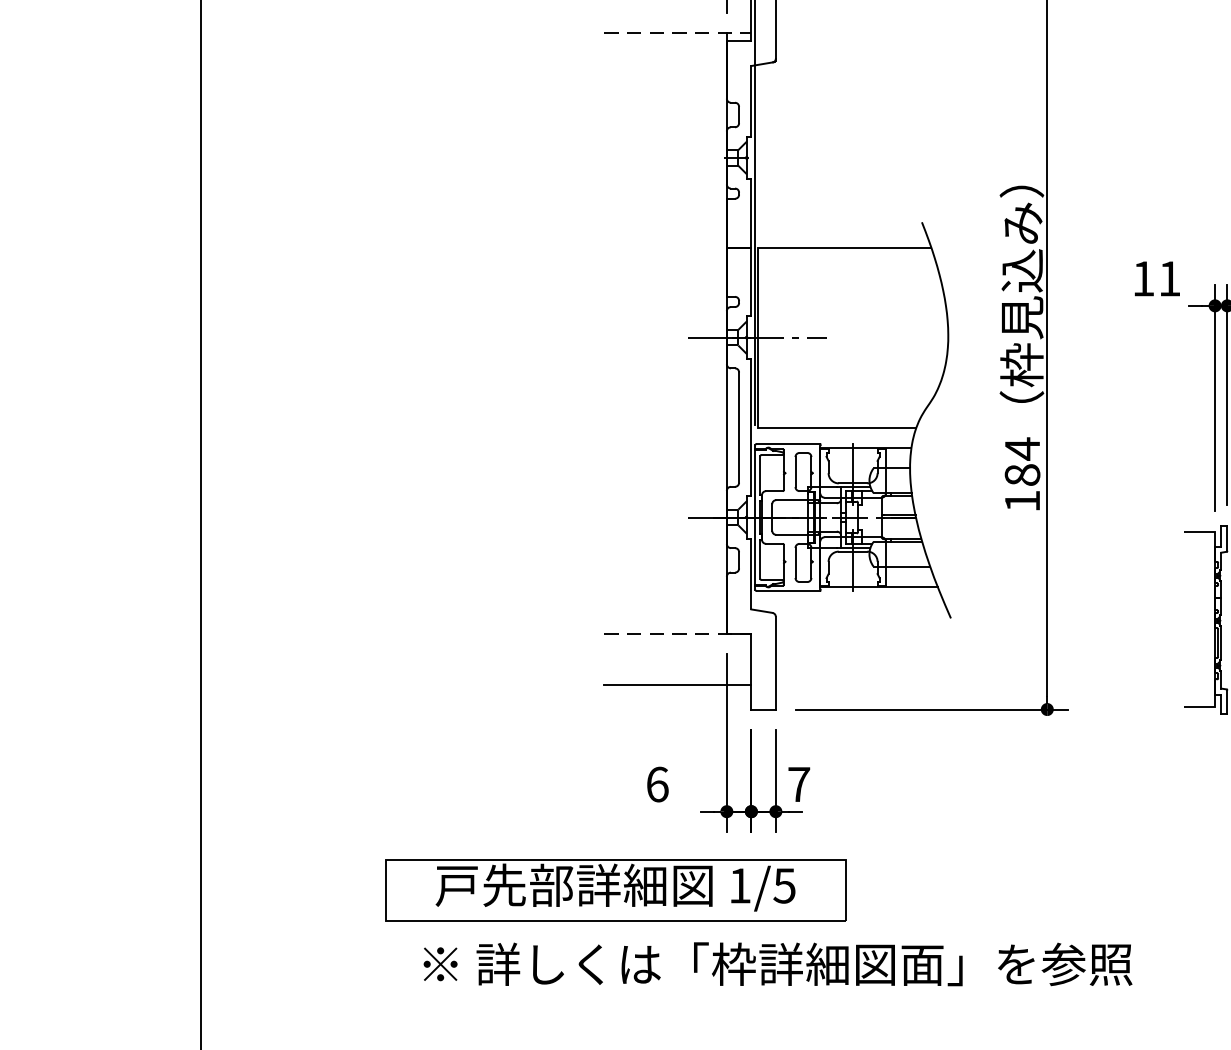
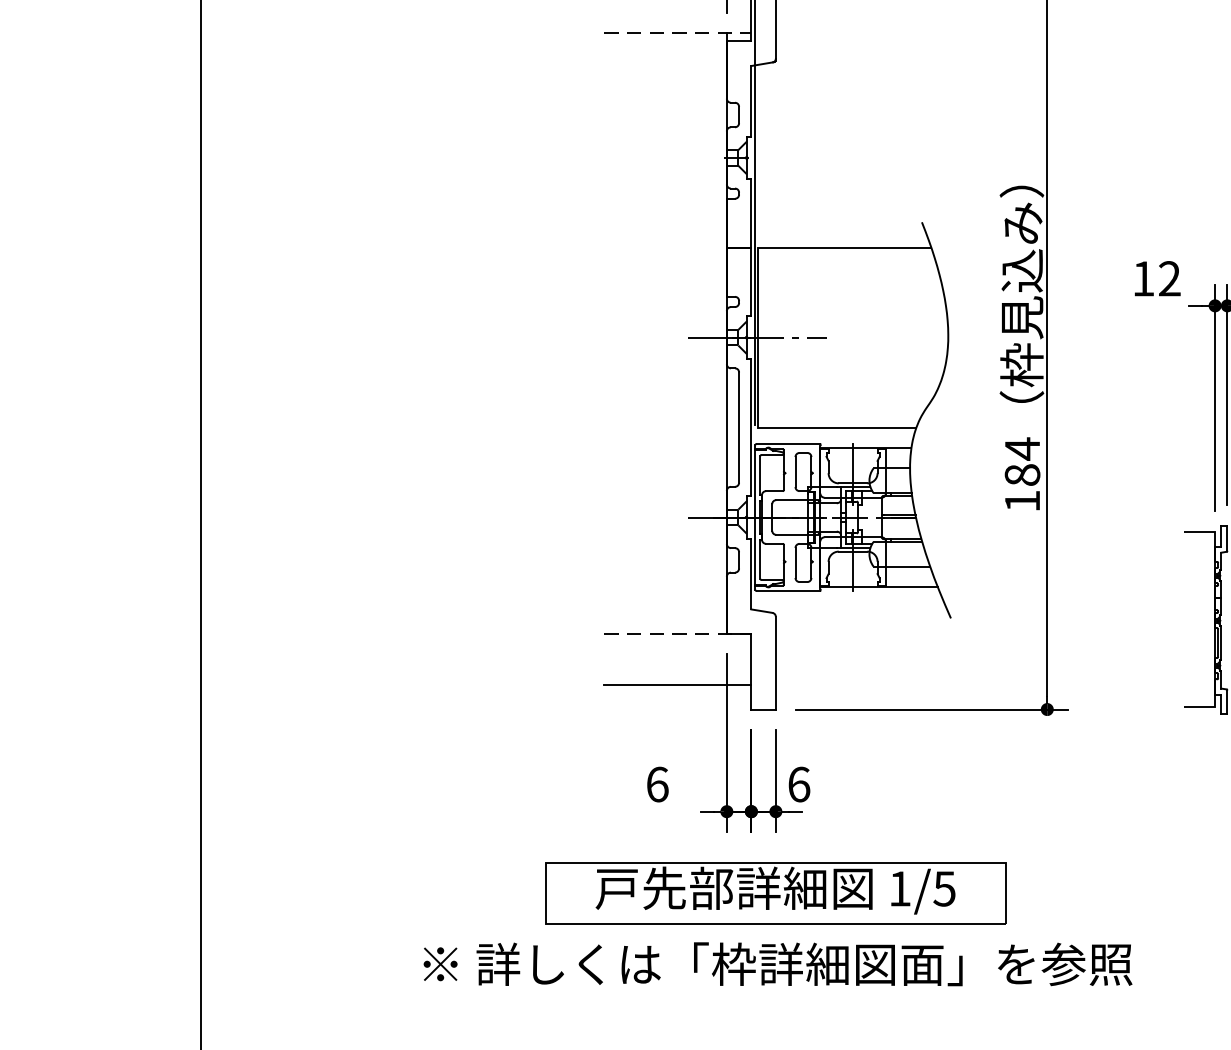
text at (1169, 278): 11 -> 12
text at (799, 784): 7 -> 6
part at (615, 890) position: (615, 890) -> (775, 893)
